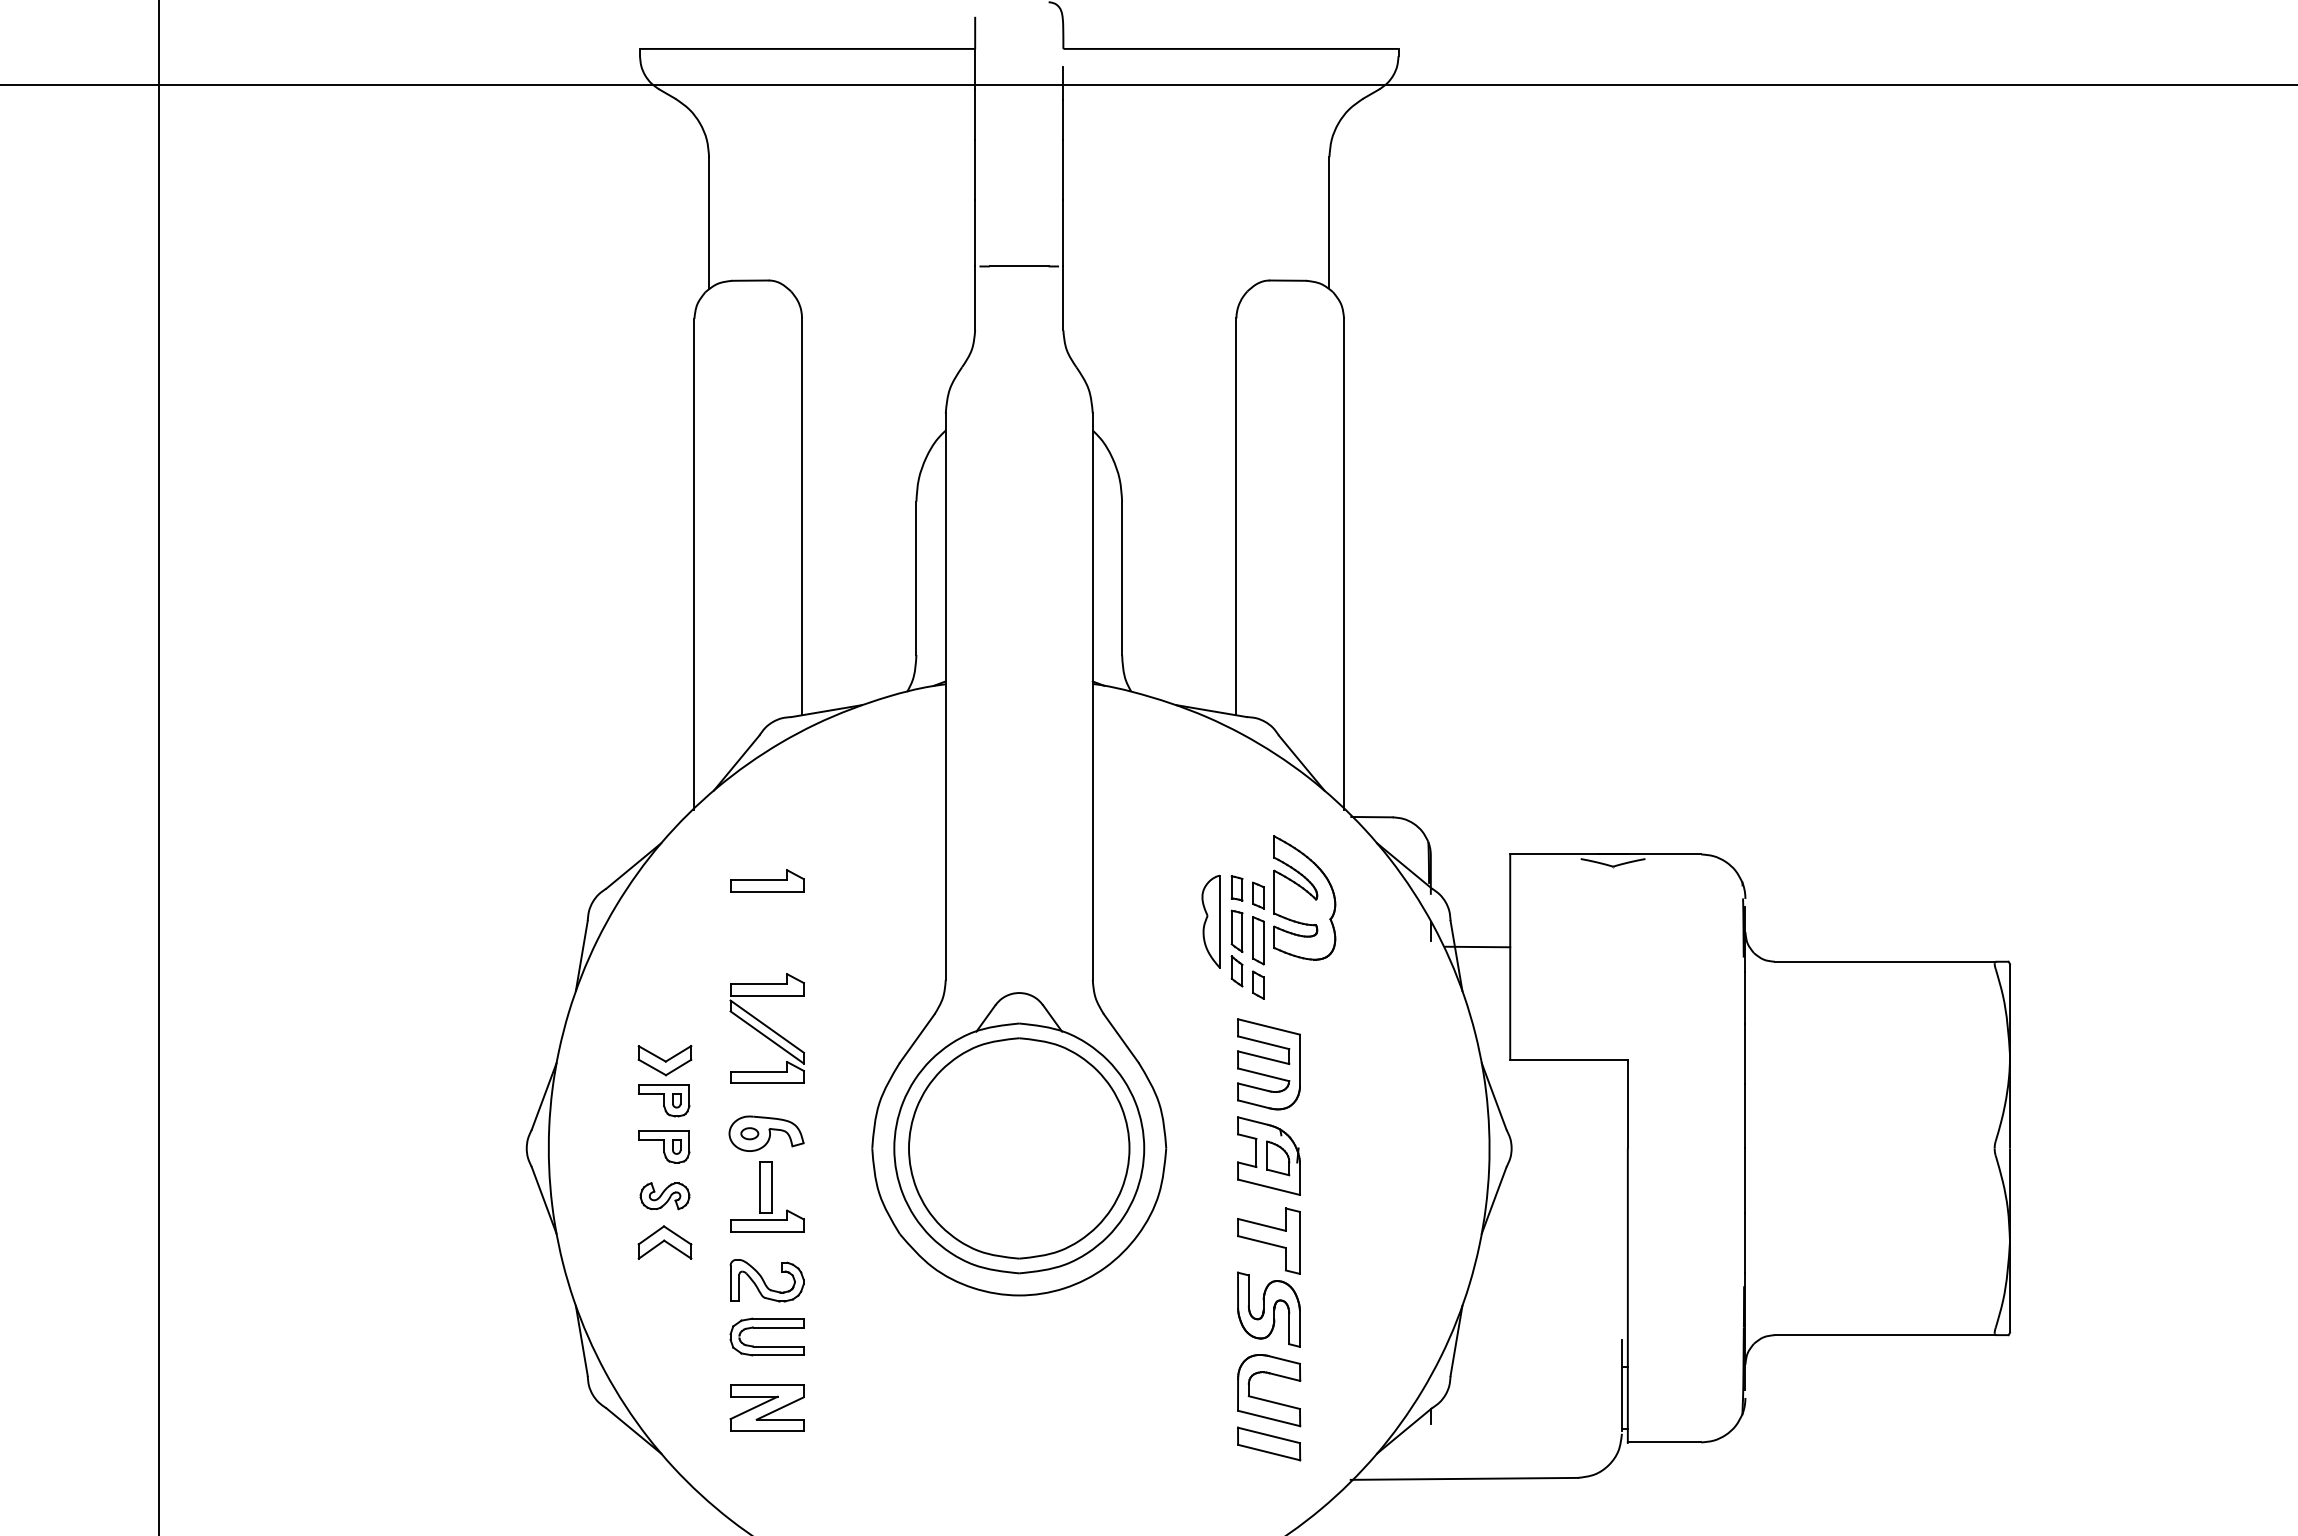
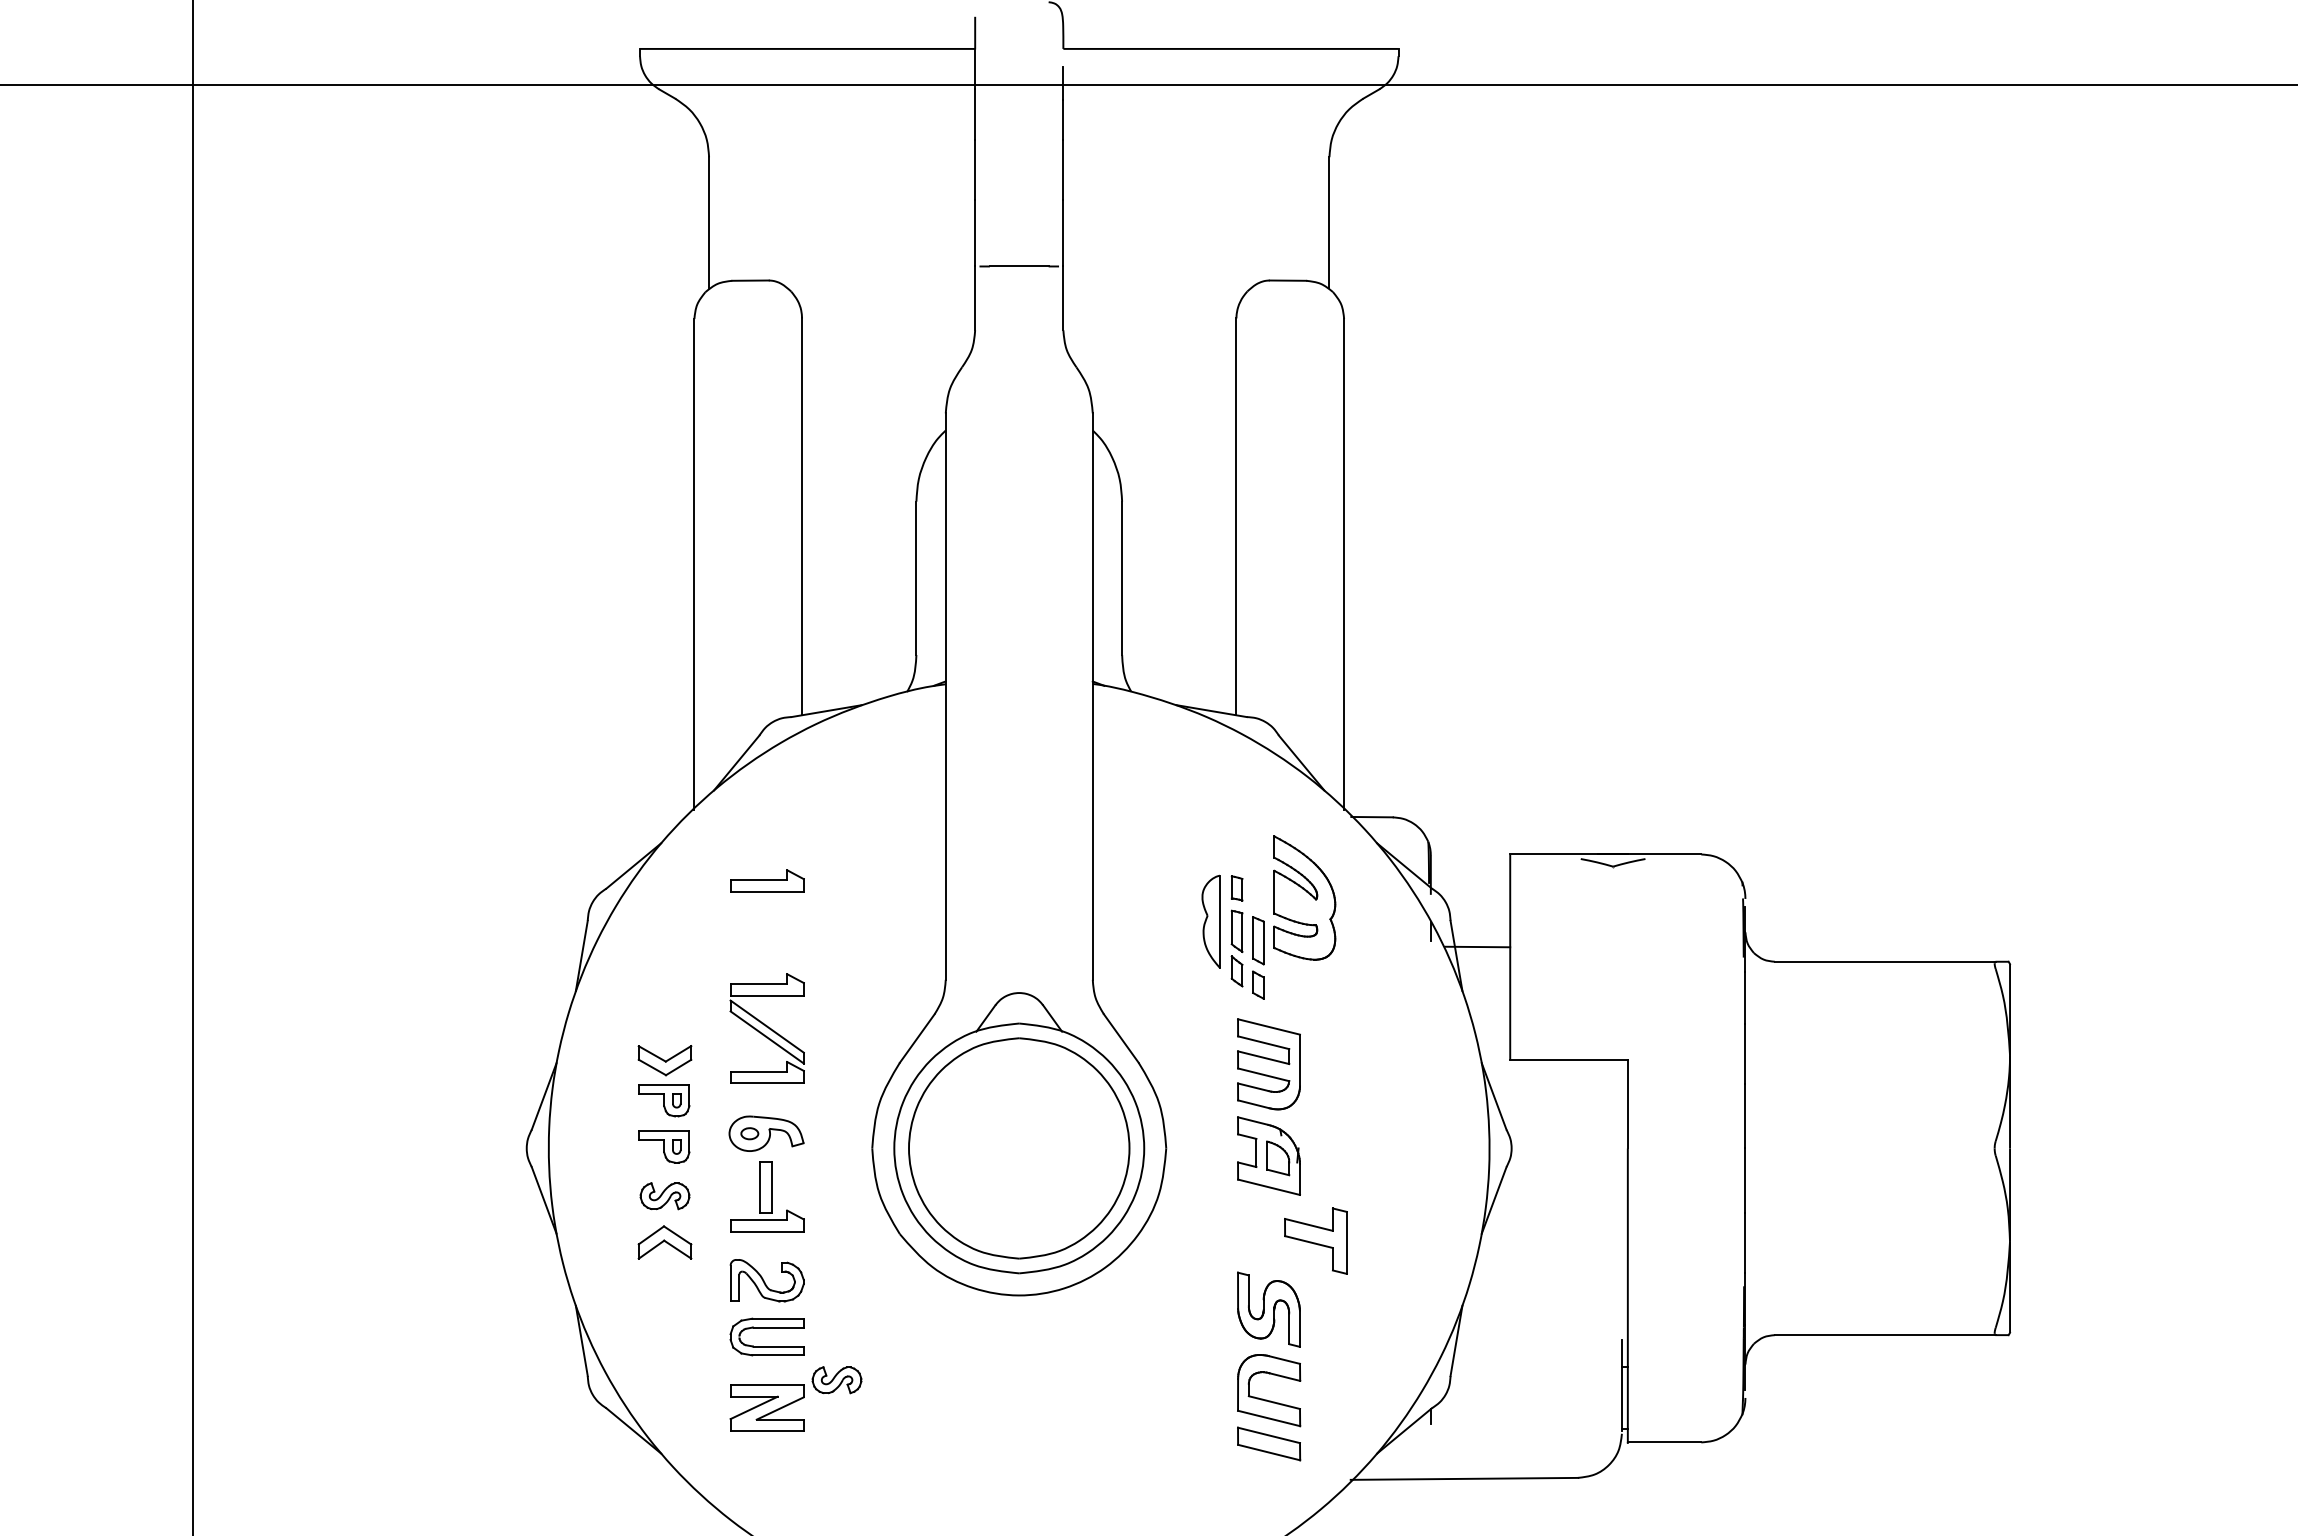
line at (159, 767) position: (159, 767) -> (193, 767)
part at (1258, 895): present -> none
part at (1268, 1240) position: (1268, 1240) -> (1315, 1240)
part at (836, 1380): none -> present
